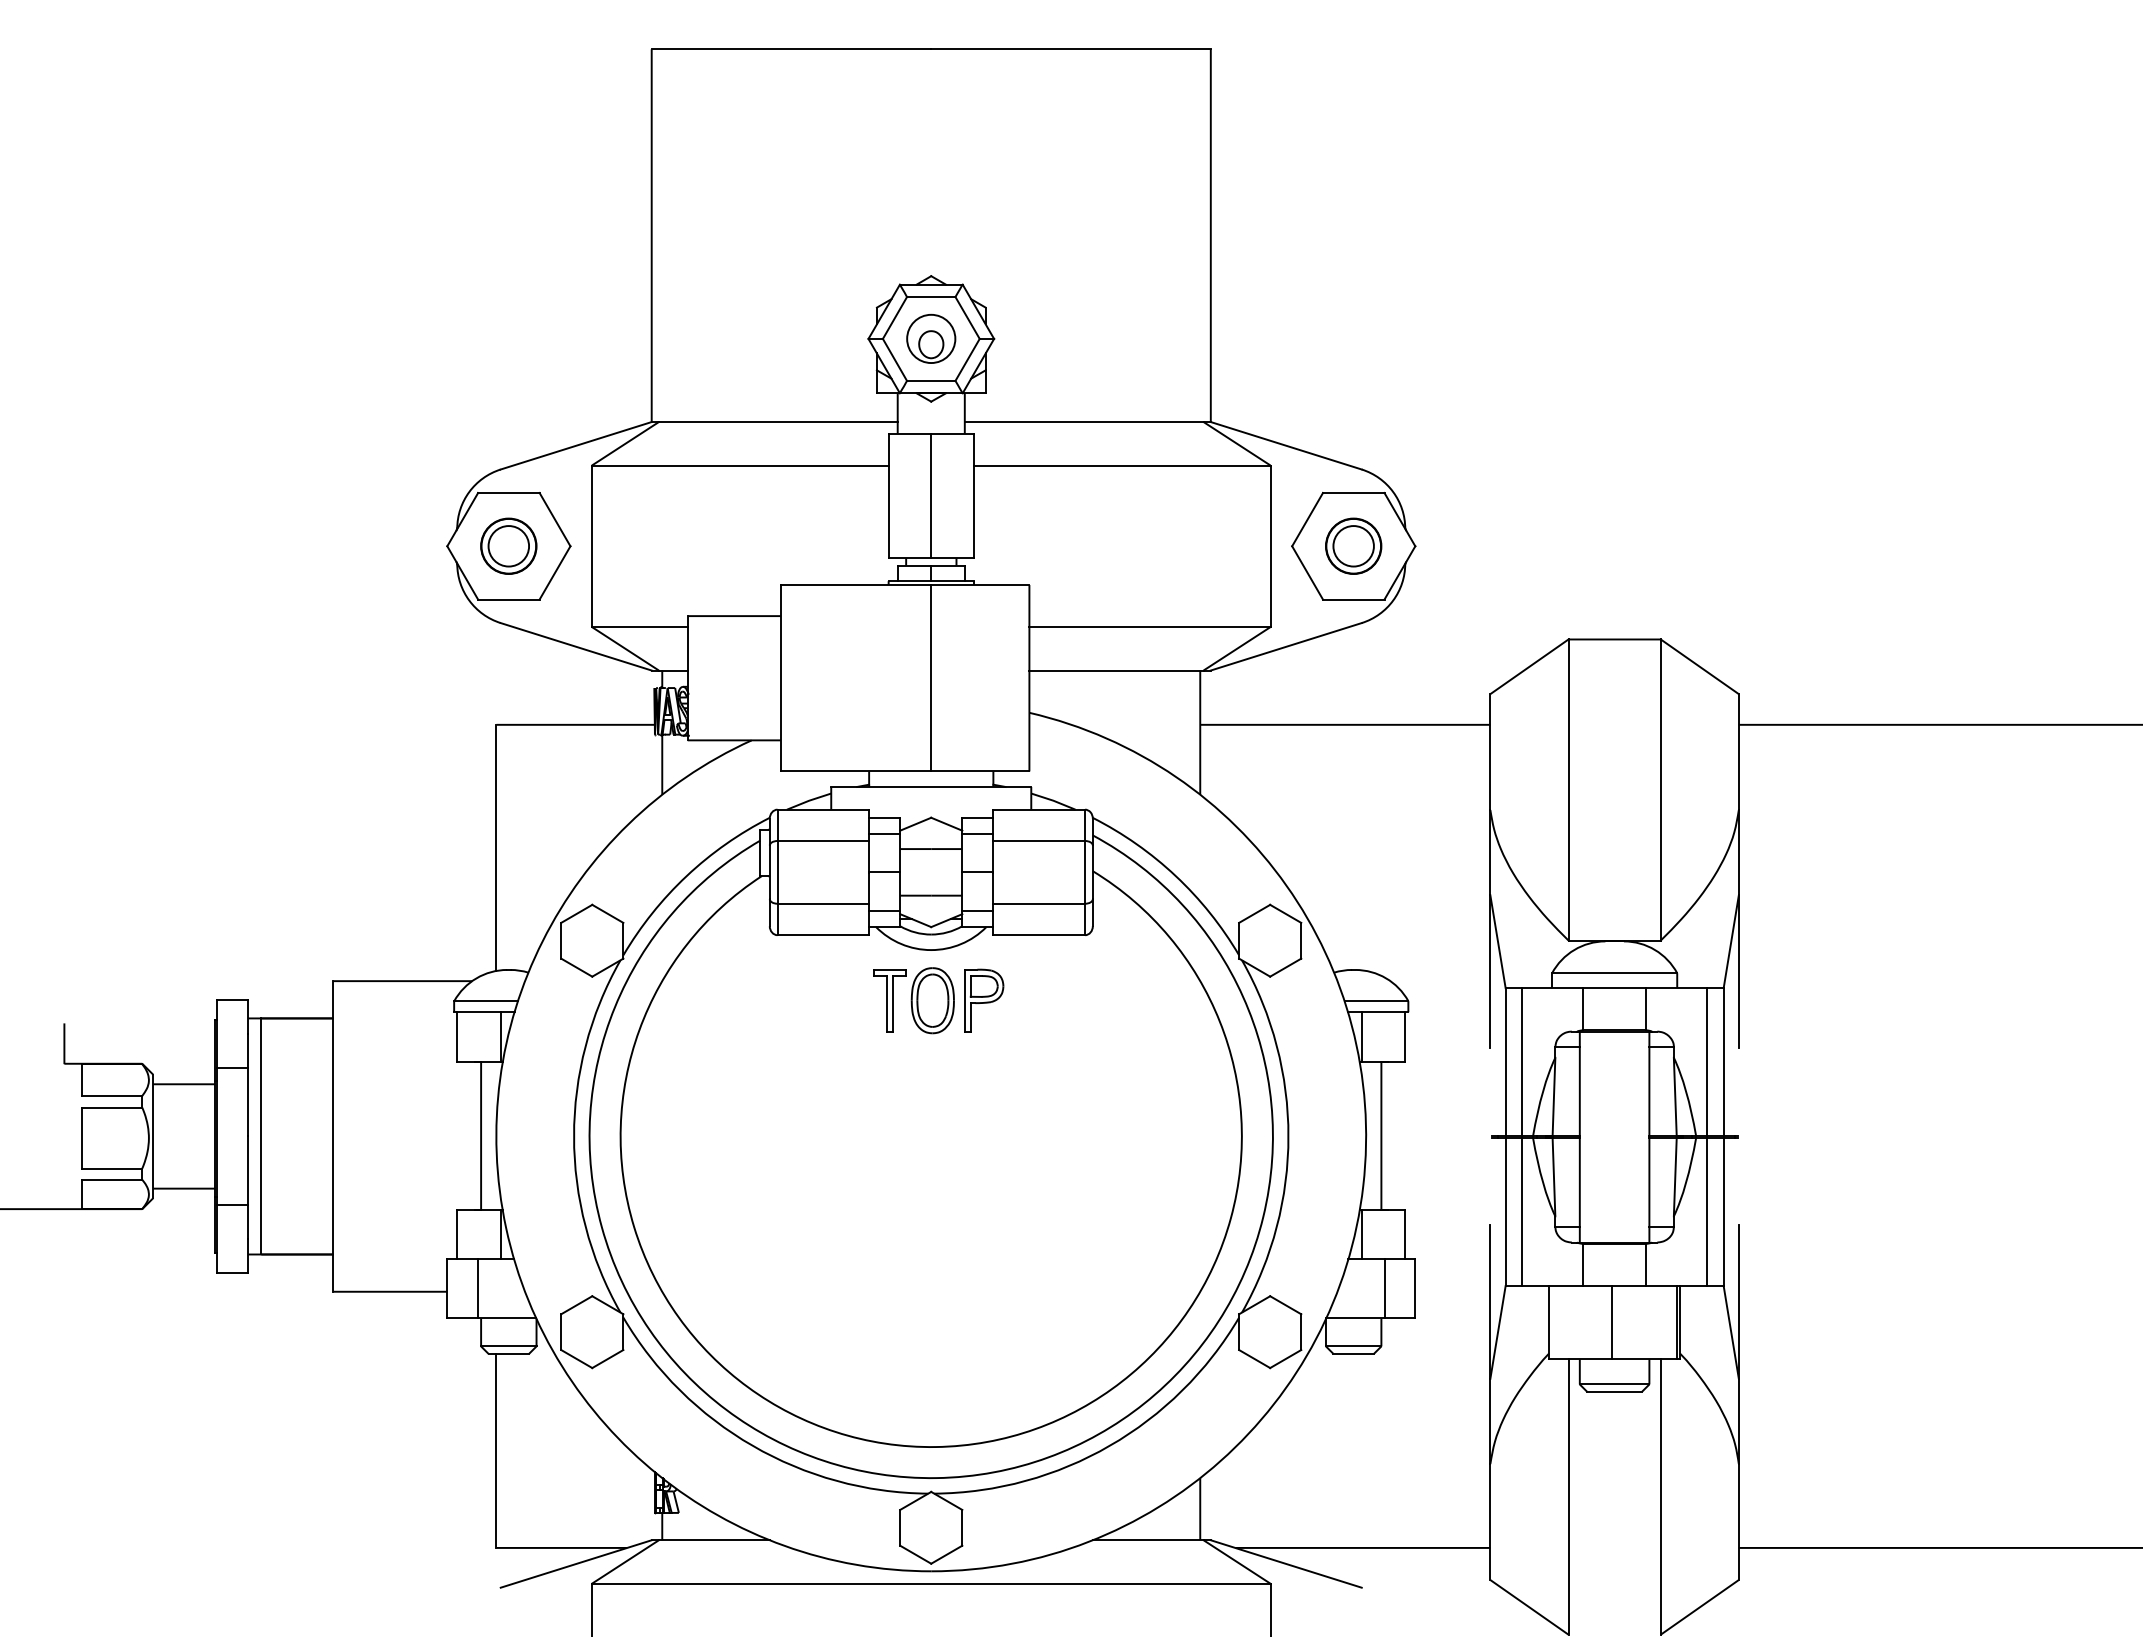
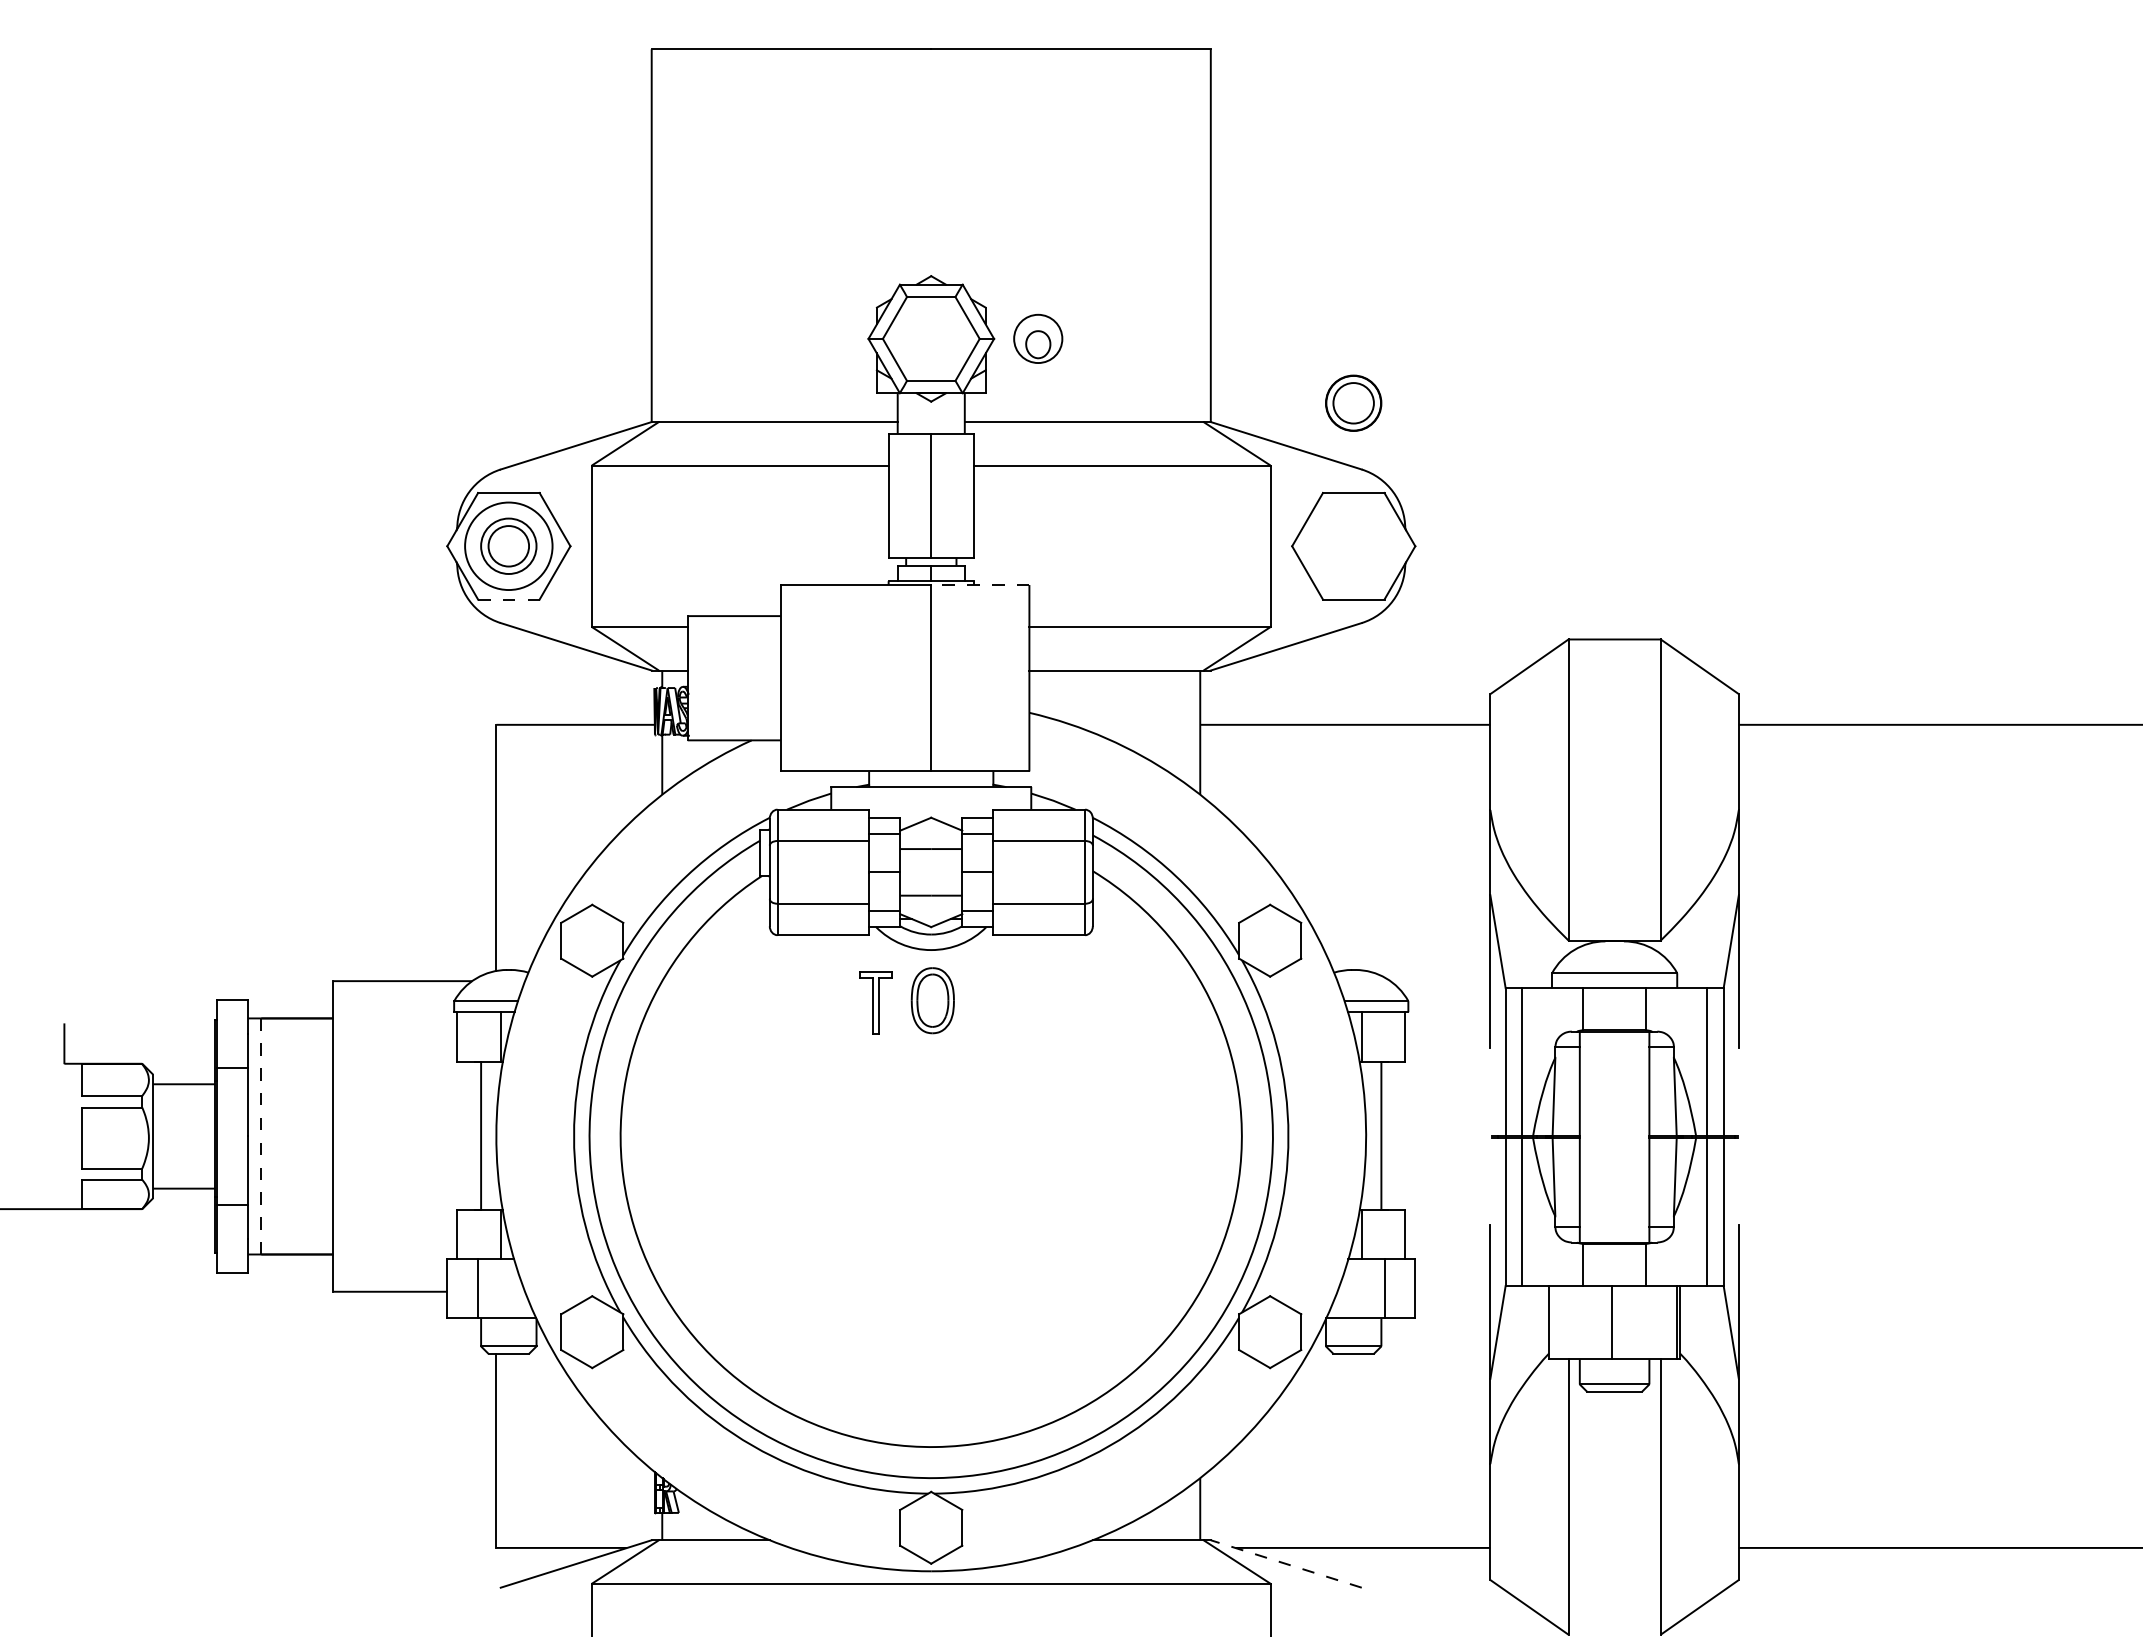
part at (931, 338) position: (931, 338) -> (1038, 338)
circle at (508, 545) diameter: 55 px -> 87 px
part at (1353, 545) position: (1353, 545) -> (1353, 402)
line at (979, 585): solid -> dashed
line at (508, 599): solid -> dashed
part at (889, 1000) position: (889, 1000) -> (875, 1002)
part at (984, 1000): present -> none
line at (261, 1135): solid -> dashed
line at (1285, 1563): solid -> dashed
